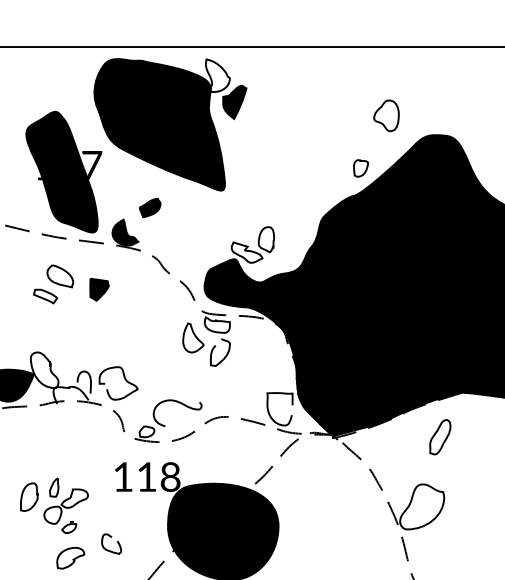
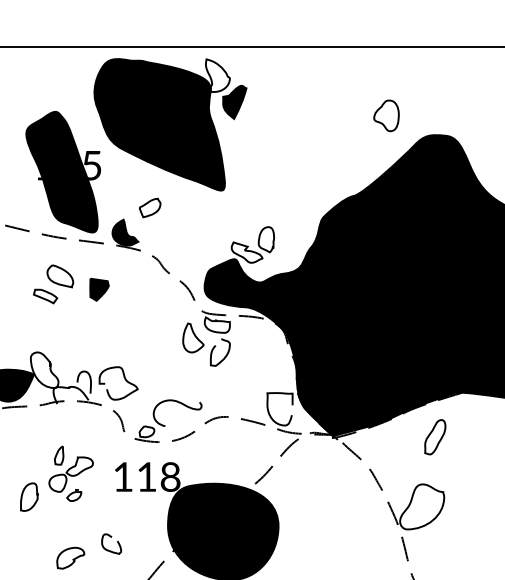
text at (92, 165): 157 -> 195
curve at (365, 169): present -> none
fill at (149, 207): present -> none
part at (440, 437) position: (440, 437) -> (435, 437)
part at (65, 505) position: (65, 505) -> (70, 473)
